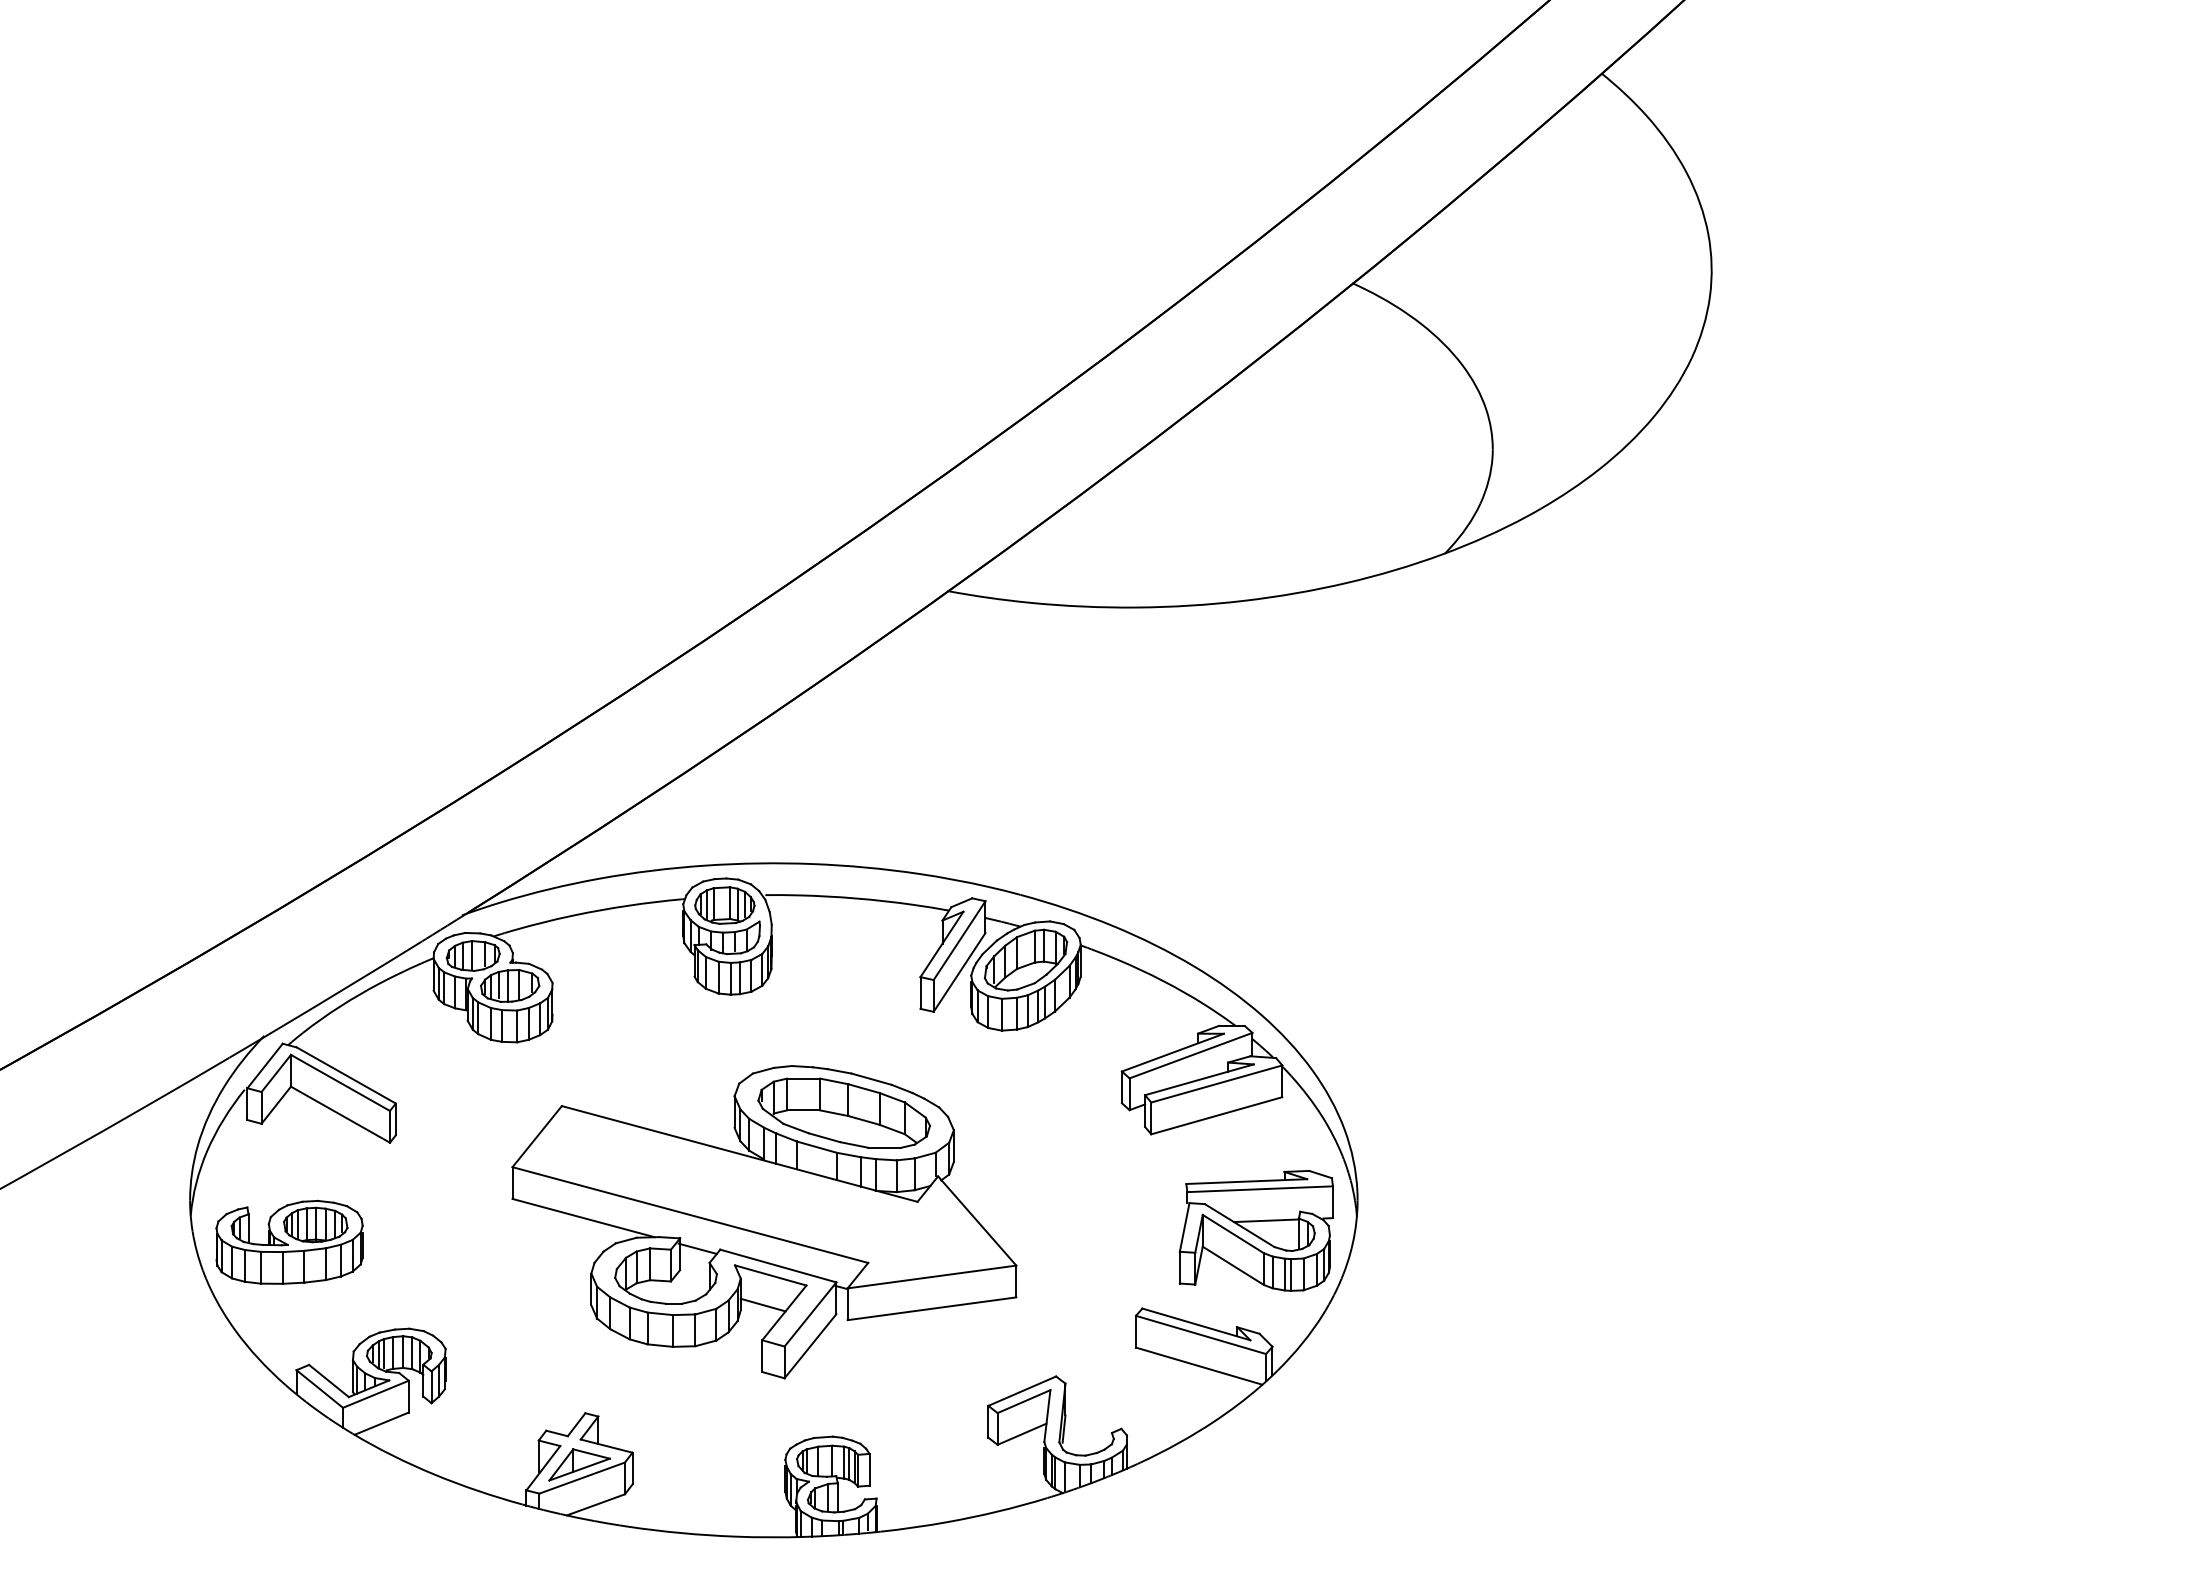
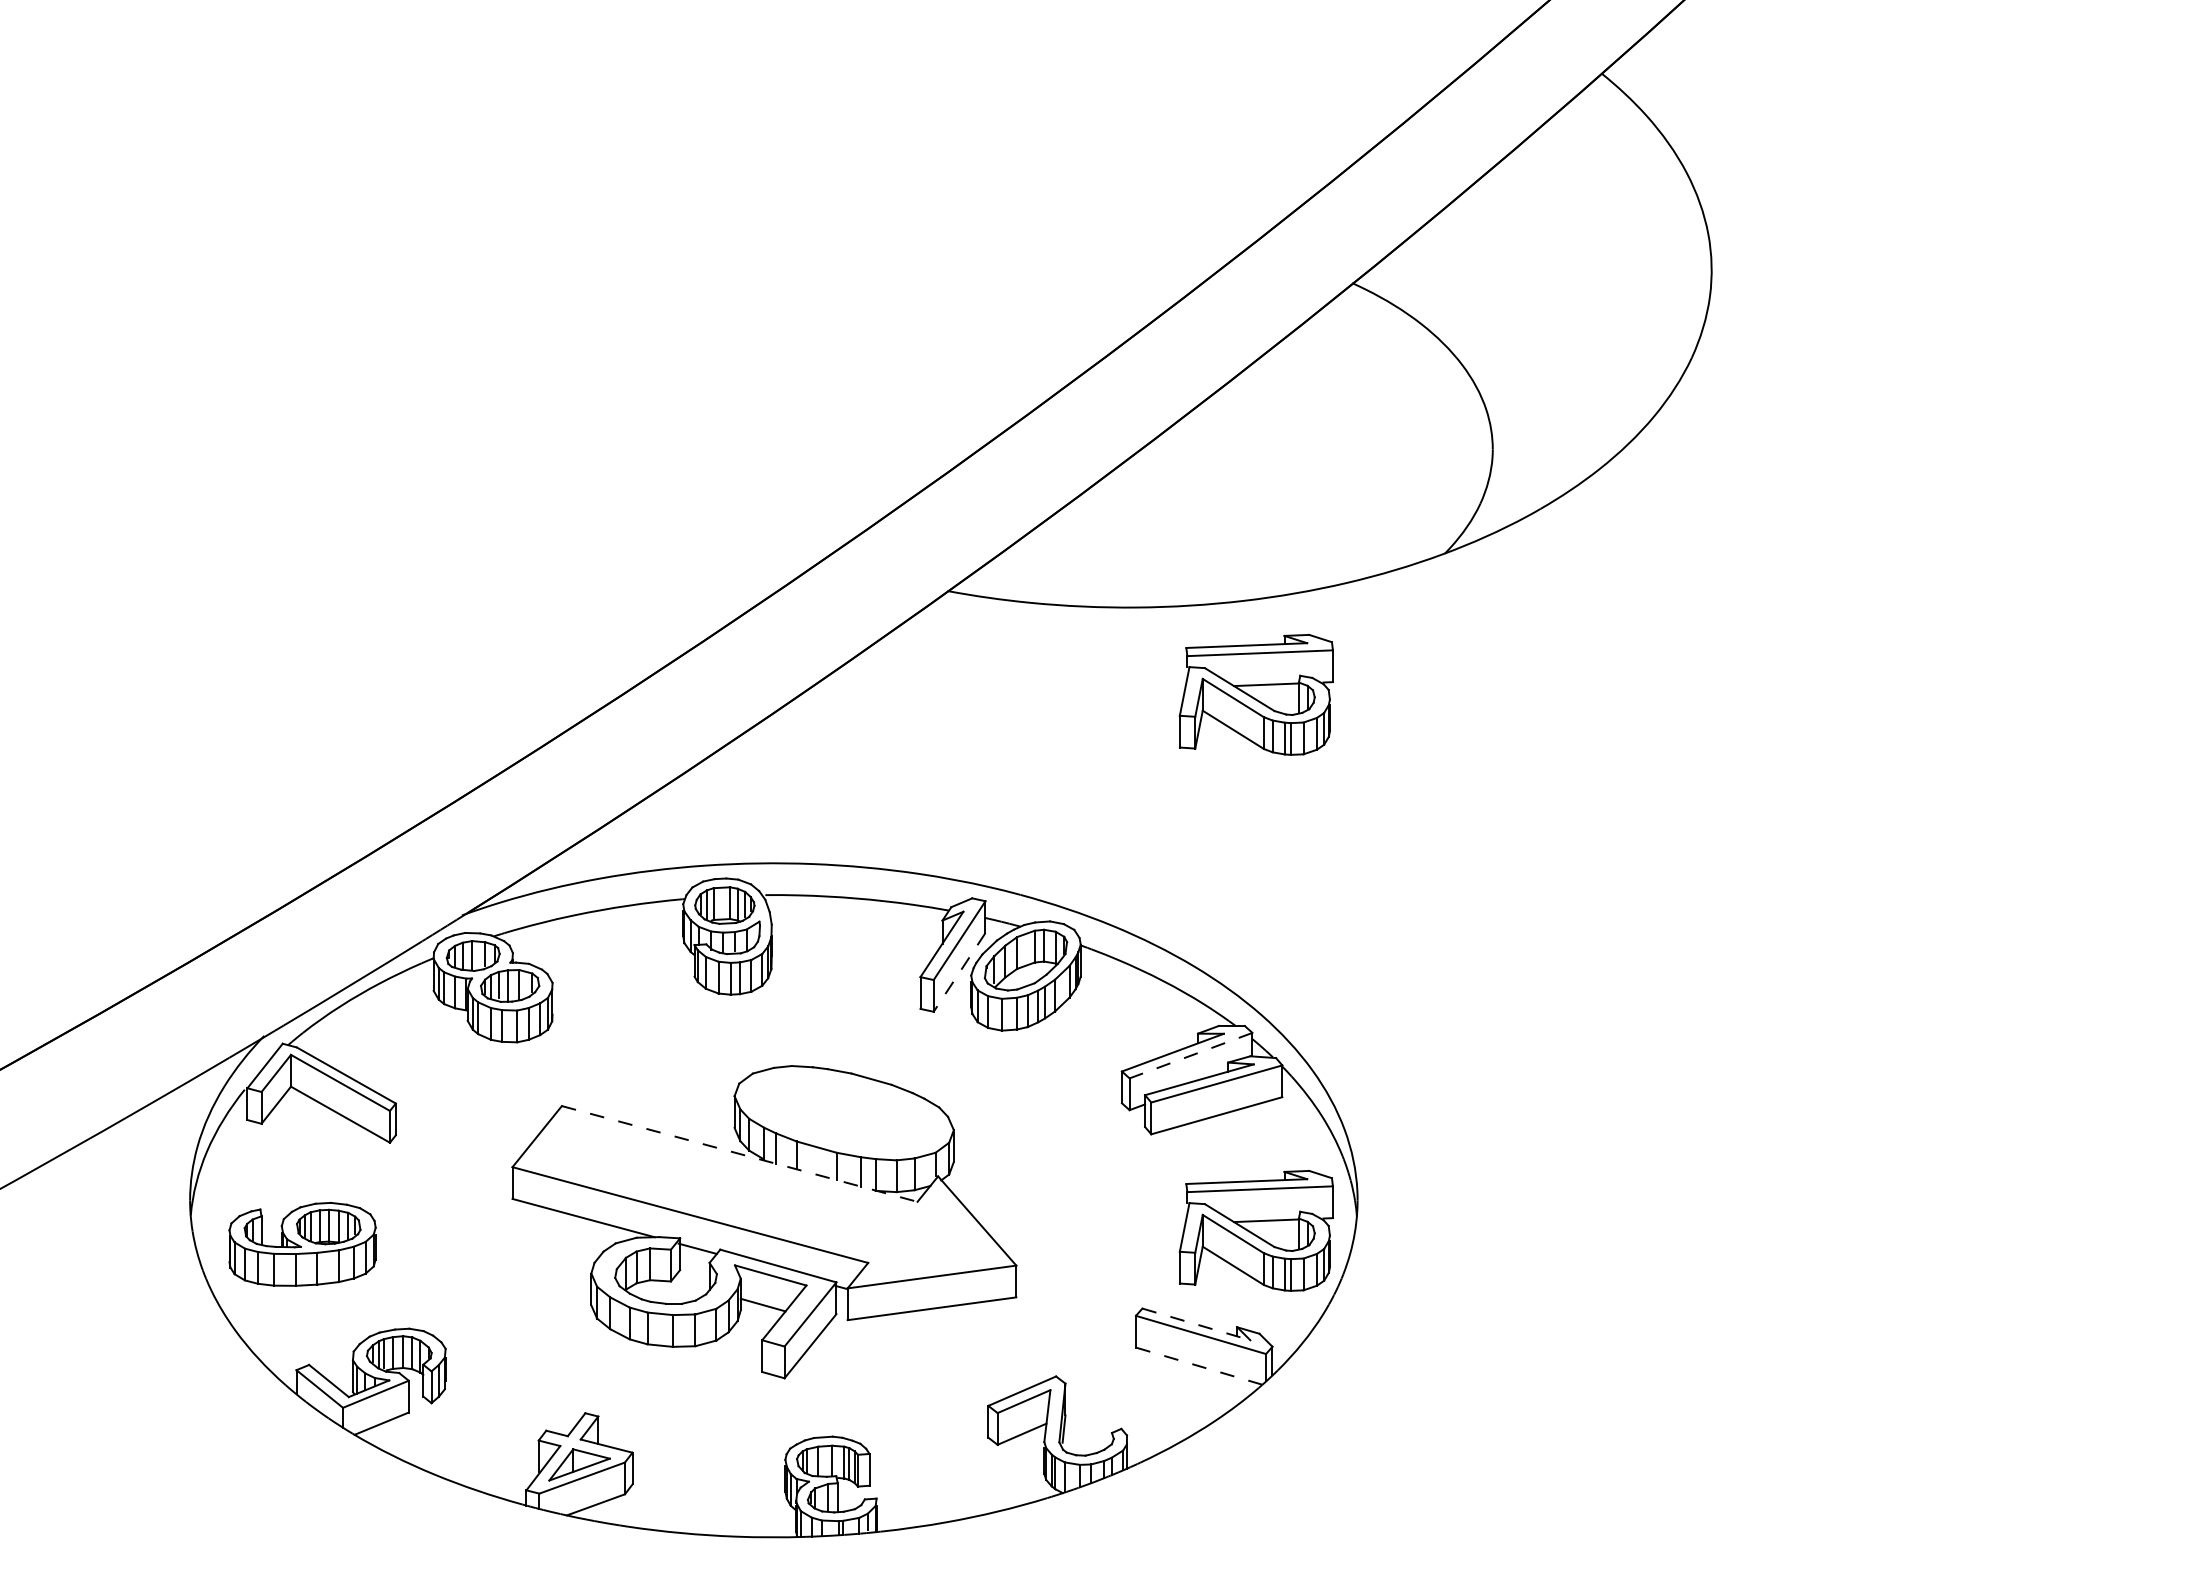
part at (1255, 694): none -> present
line at (959, 972): solid -> dashed
line at (1191, 1055): solid -> dashed
part at (844, 1112): present -> none
line at (740, 1154): solid -> dashed
part at (289, 1241) position: (289, 1241) -> (302, 1243)
line at (1196, 1324): solid -> dashed
line at (1199, 1366): solid -> dashed
